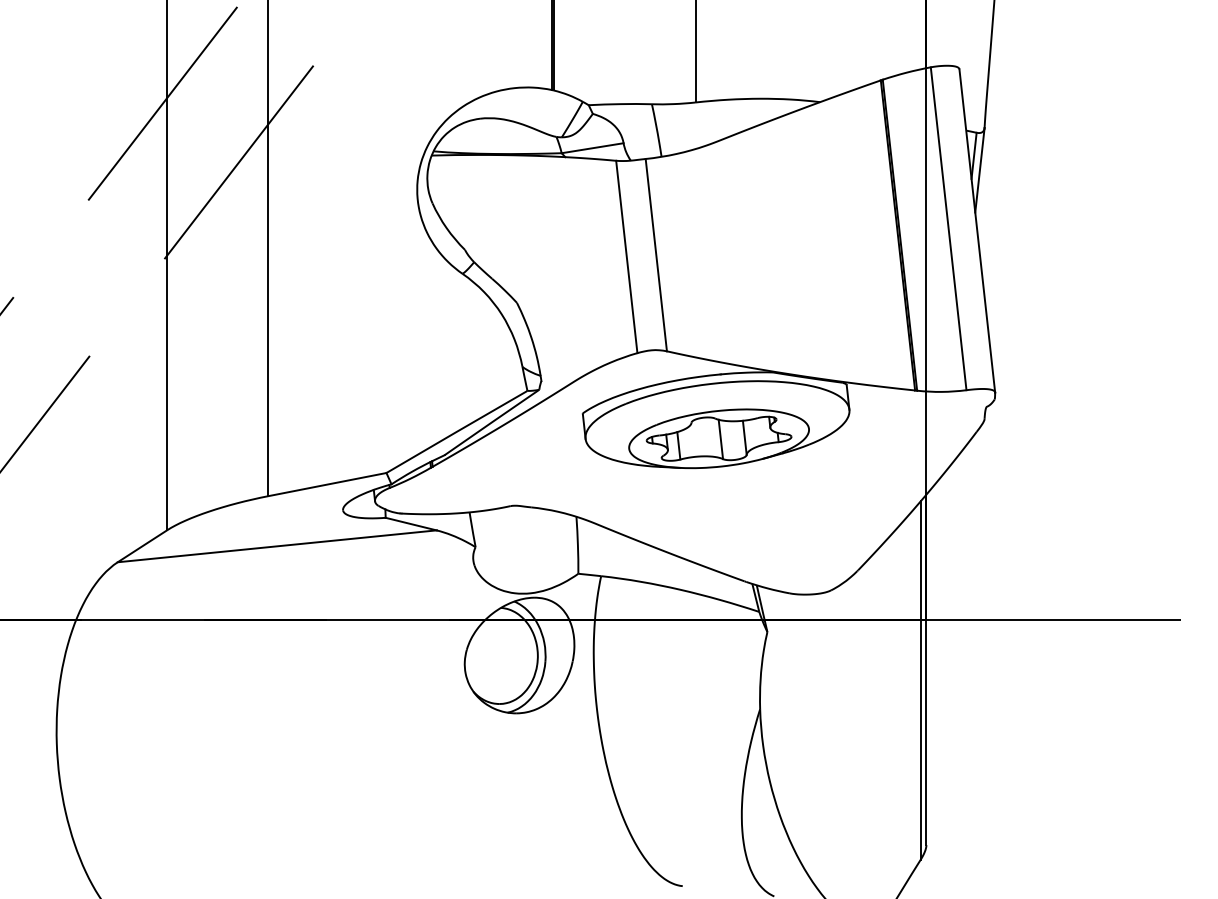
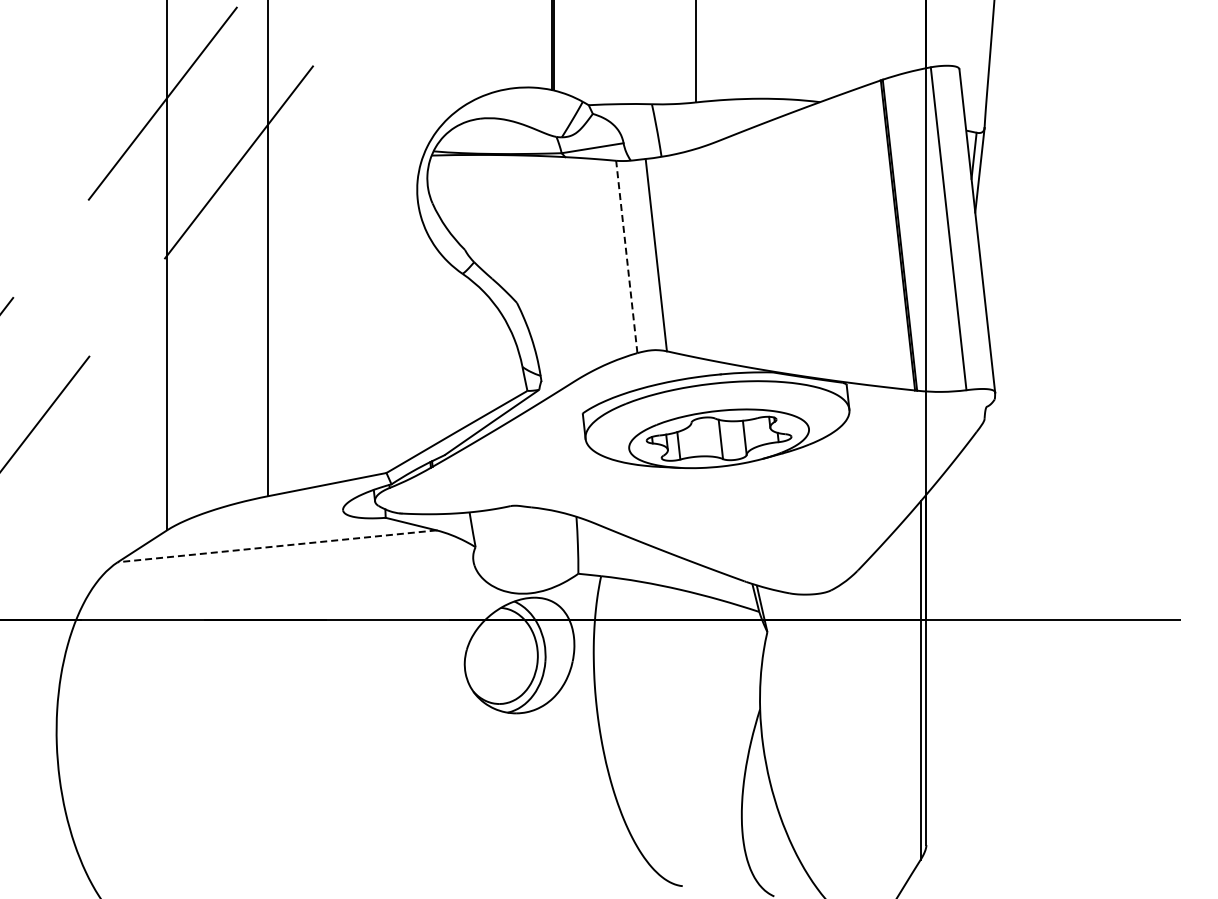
line at (626, 256): solid -> dashed
line at (276, 546): solid -> dashed
